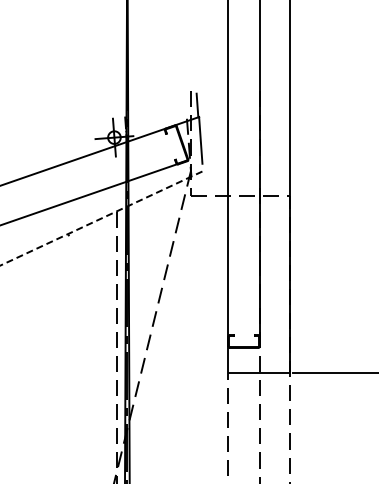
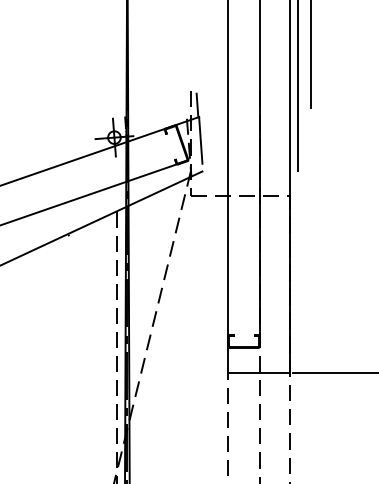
line at (310, 54): none -> present
line at (297, 86): none -> present
line at (100, 218): dashed -> solid
